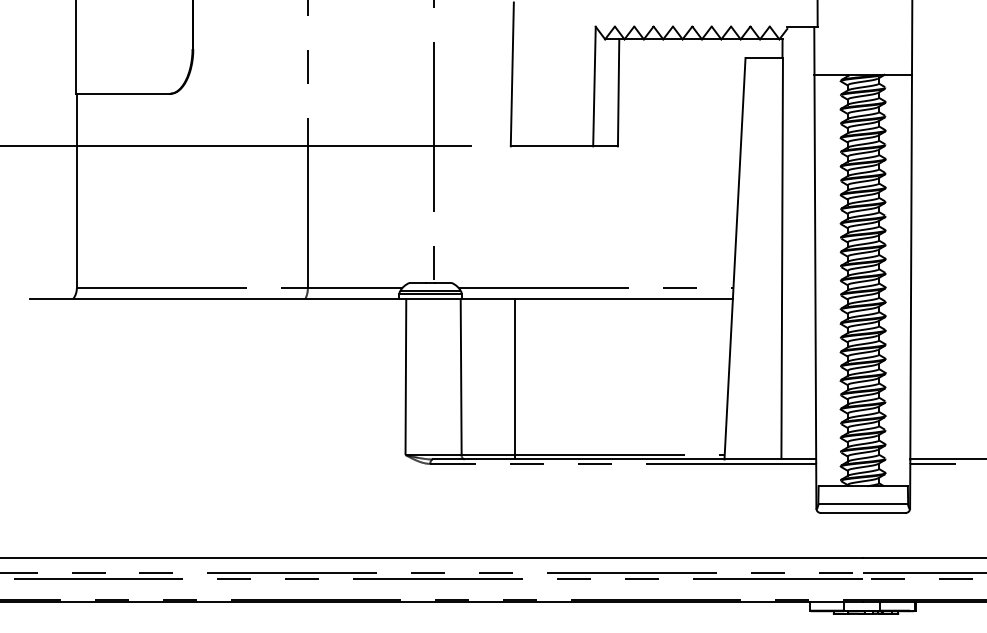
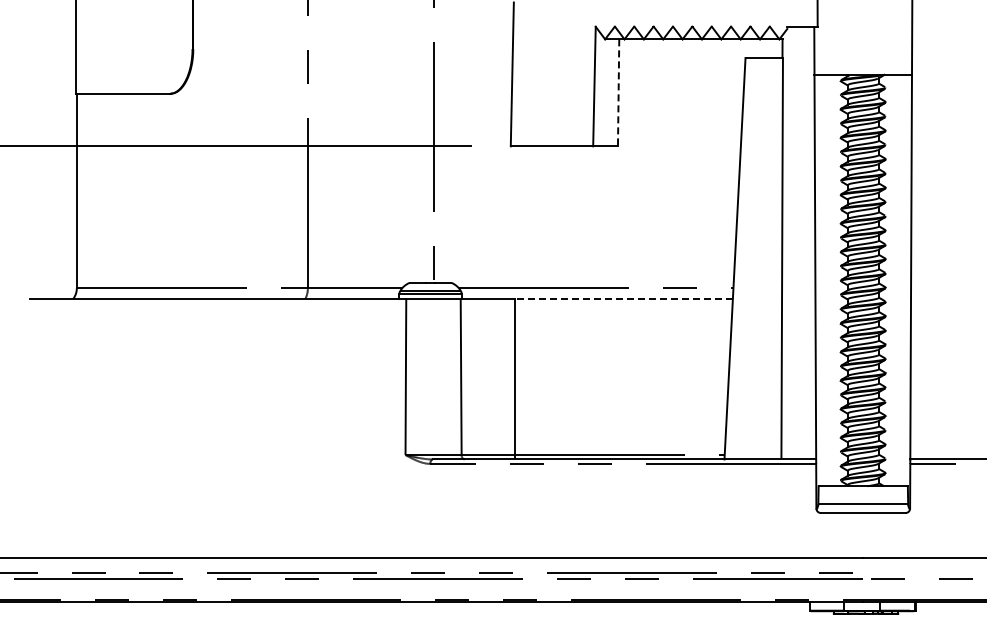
line at (618, 93): solid -> dashed
line at (624, 298): solid -> dashed
line at (923, 573): present -> none
